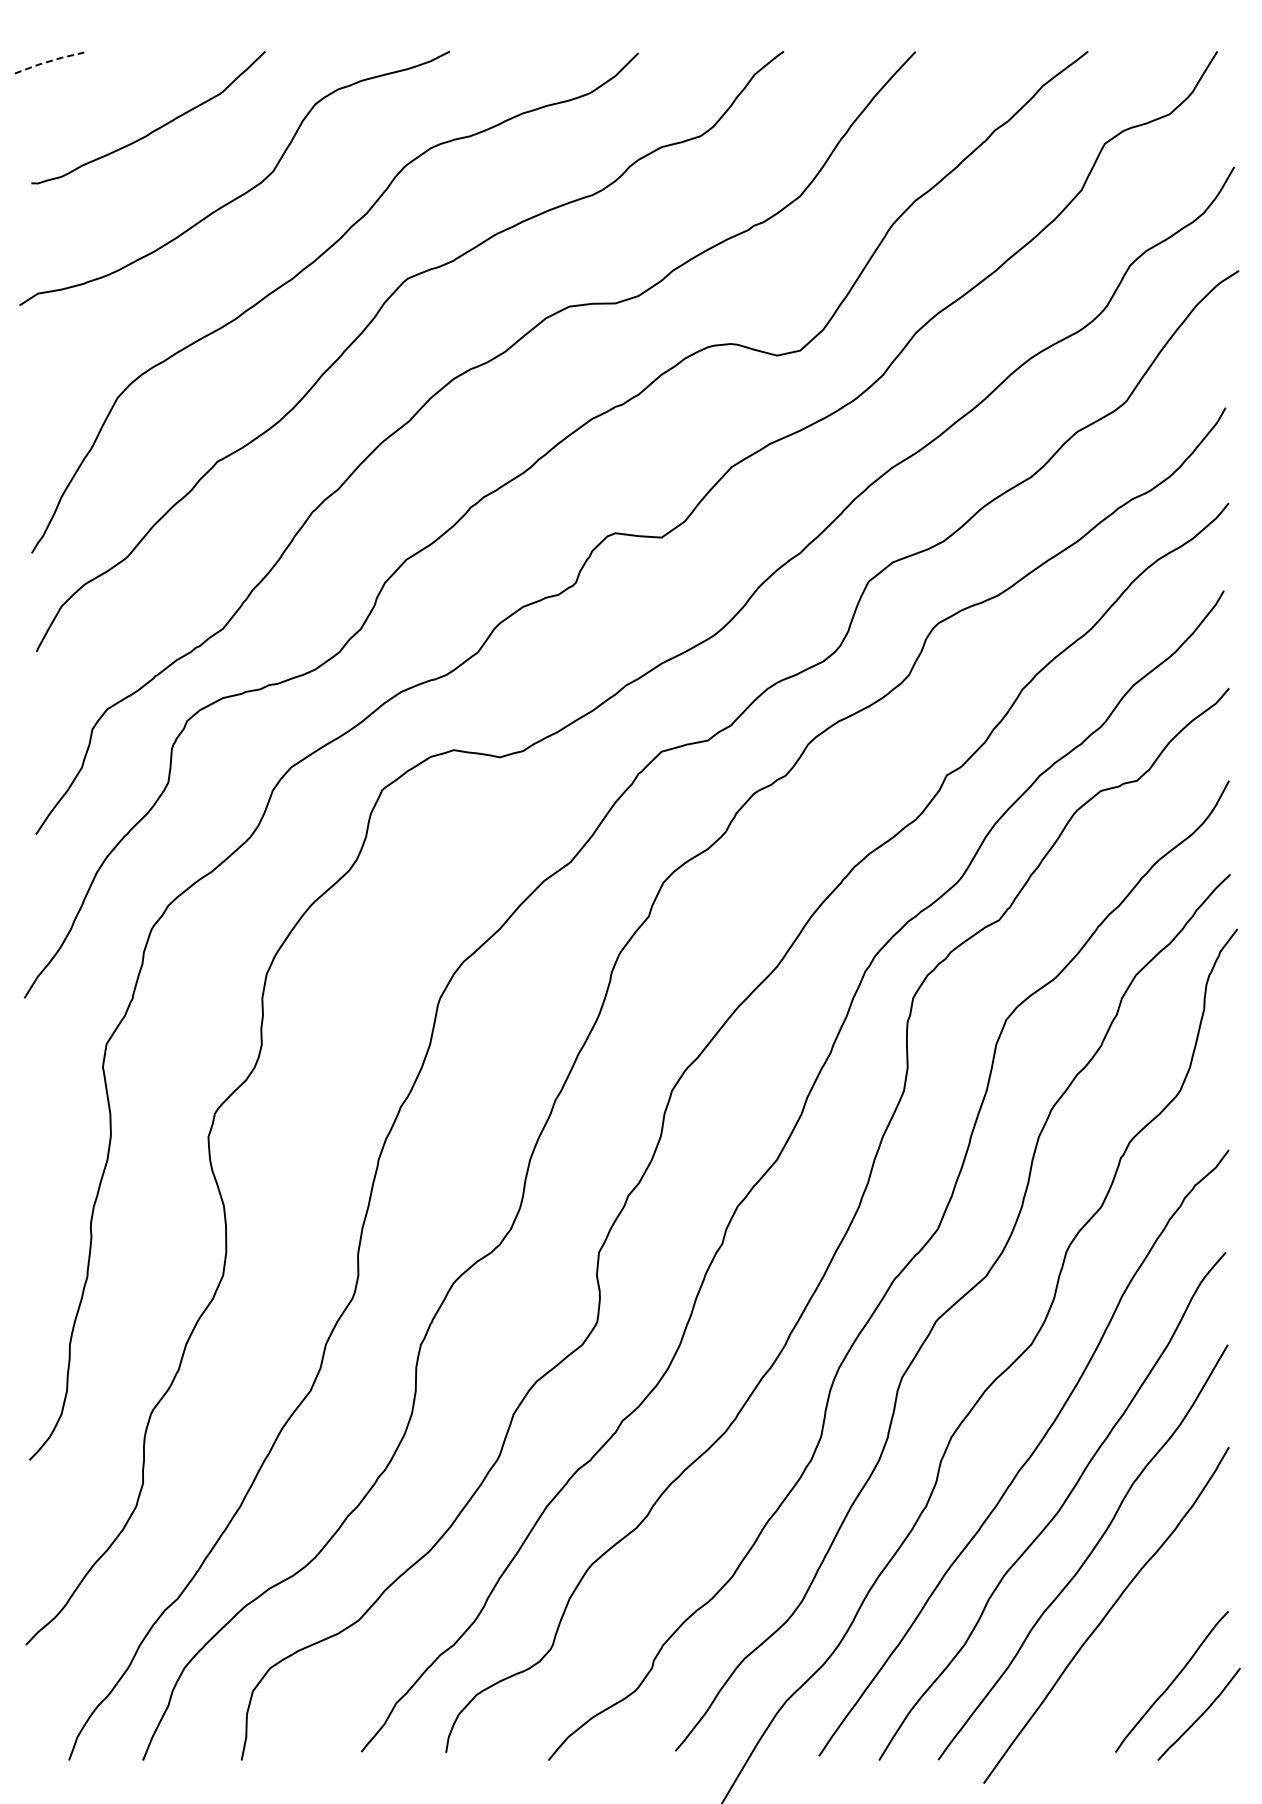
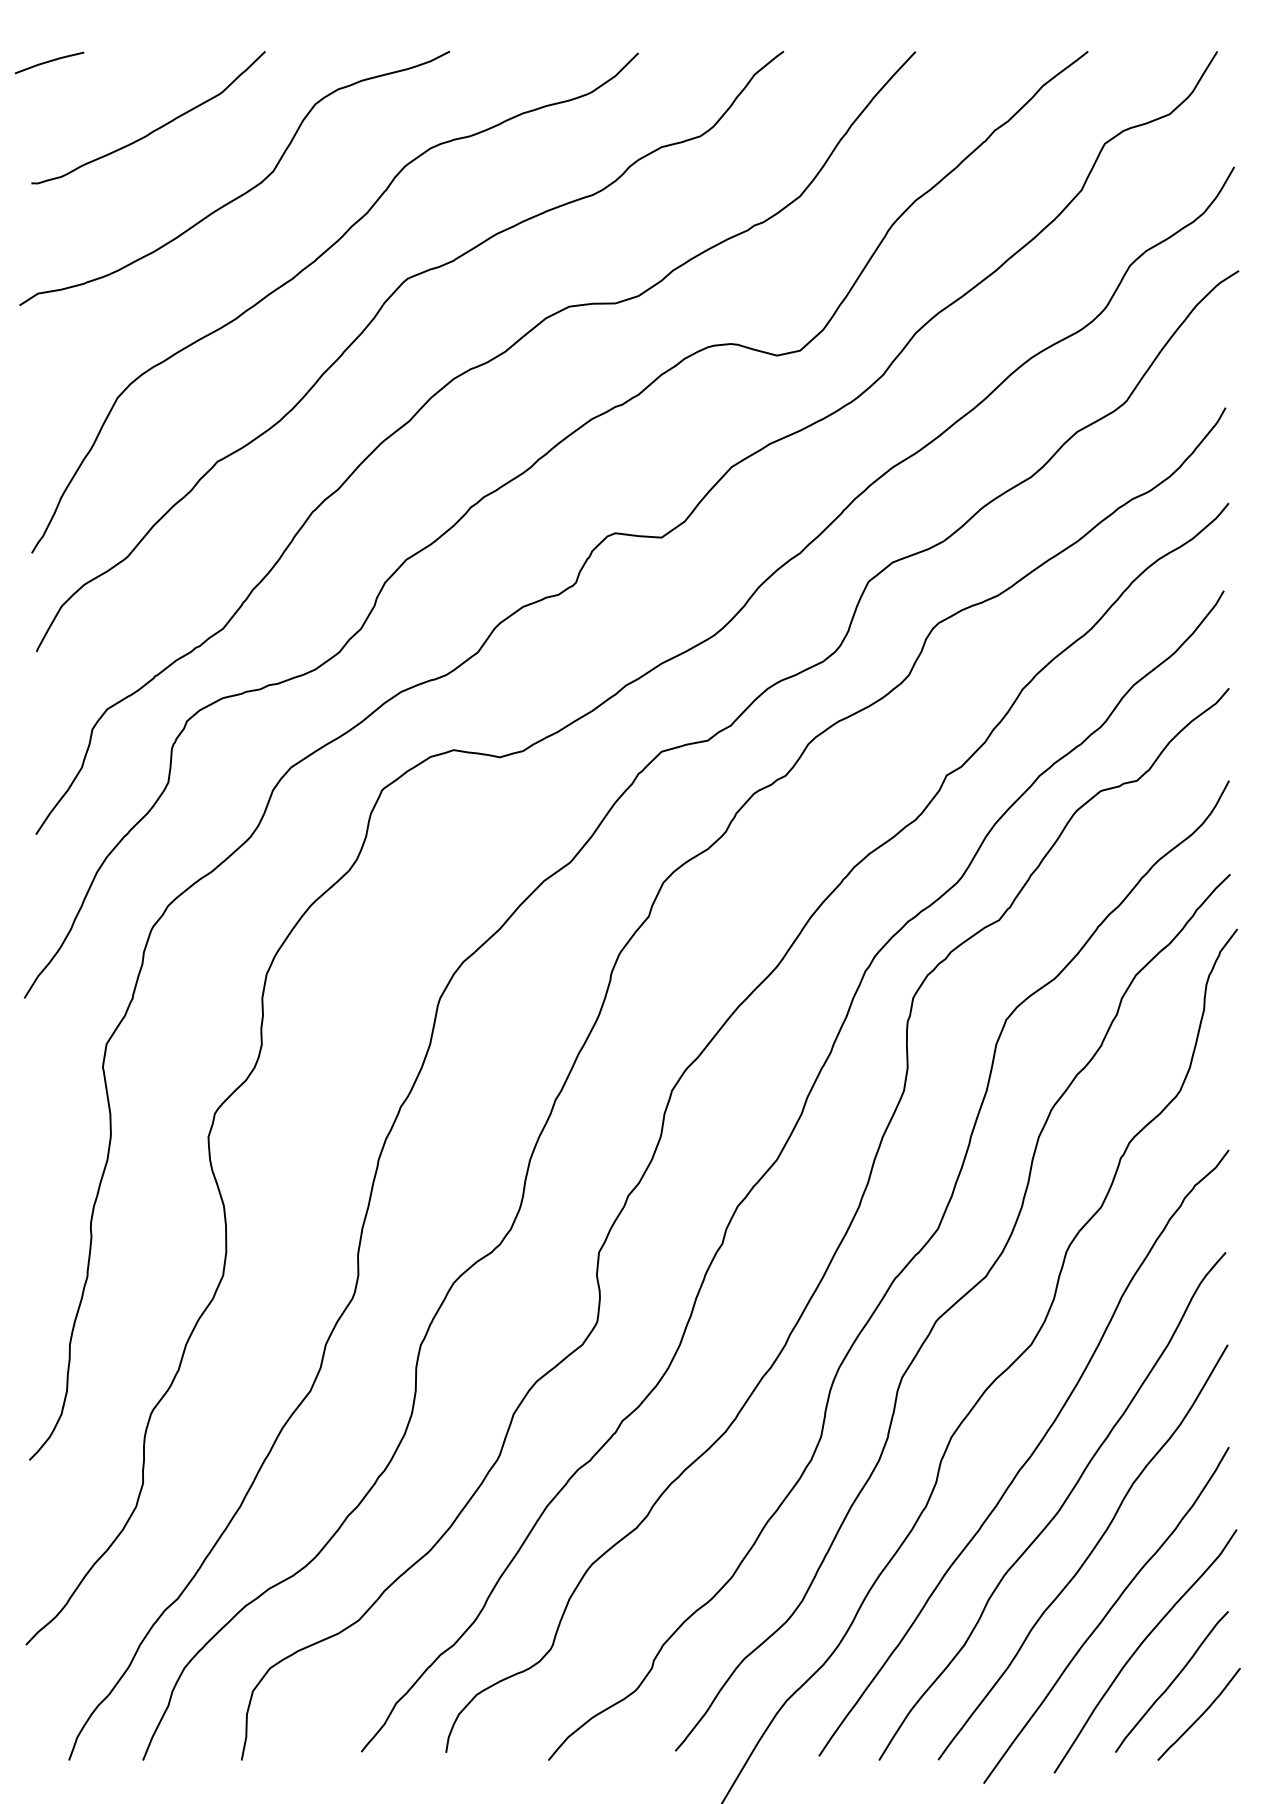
line at (49, 61): dashed -> solid
curve at (1140, 1646): none -> present
